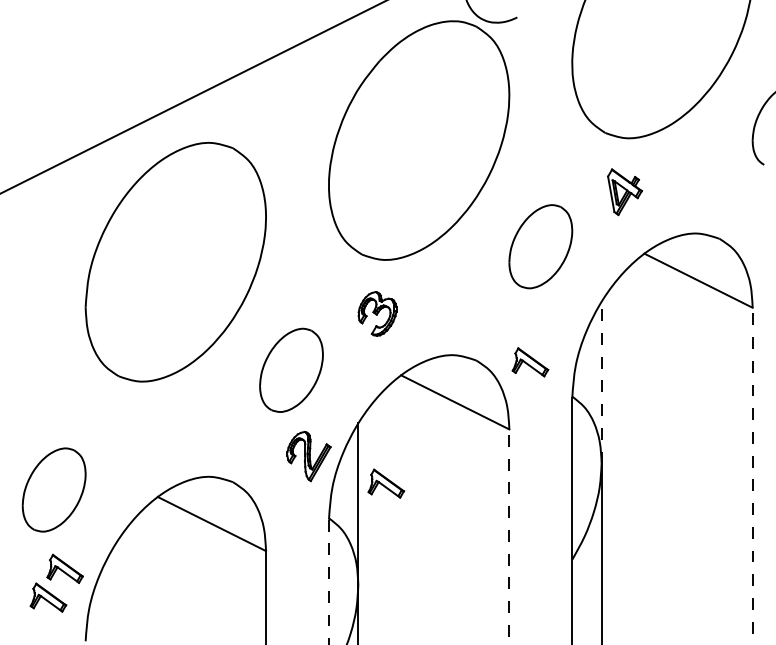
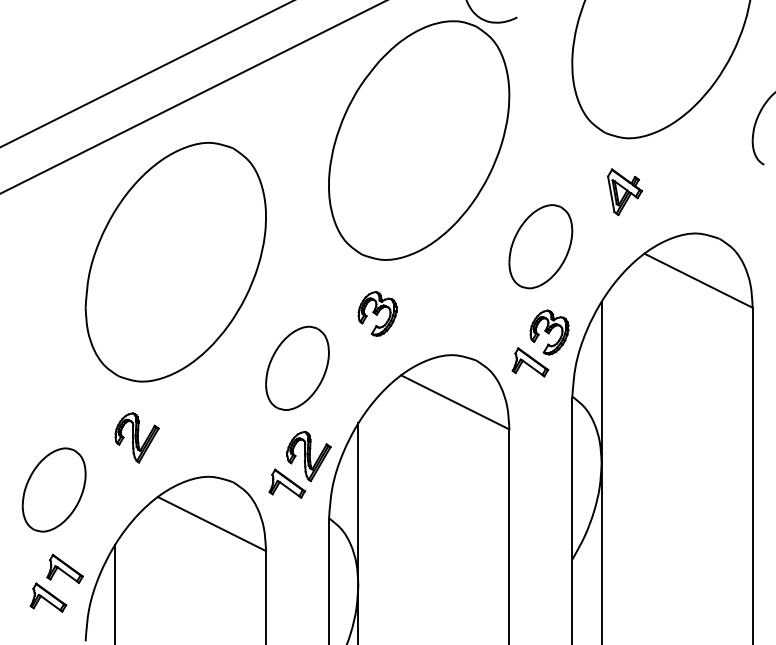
line at (146, 74): none -> present
part at (549, 332): none -> present
part at (291, 369) position: (291, 369) -> (297, 367)
line at (601, 382): dashed -> solid
part at (136, 437): none -> present
line at (752, 475): dashed -> solid
part at (385, 483) position: (385, 483) -> (286, 483)
line at (509, 536): dashed -> solid
line at (328, 582): dashed -> solid
line at (115, 593): none -> present
